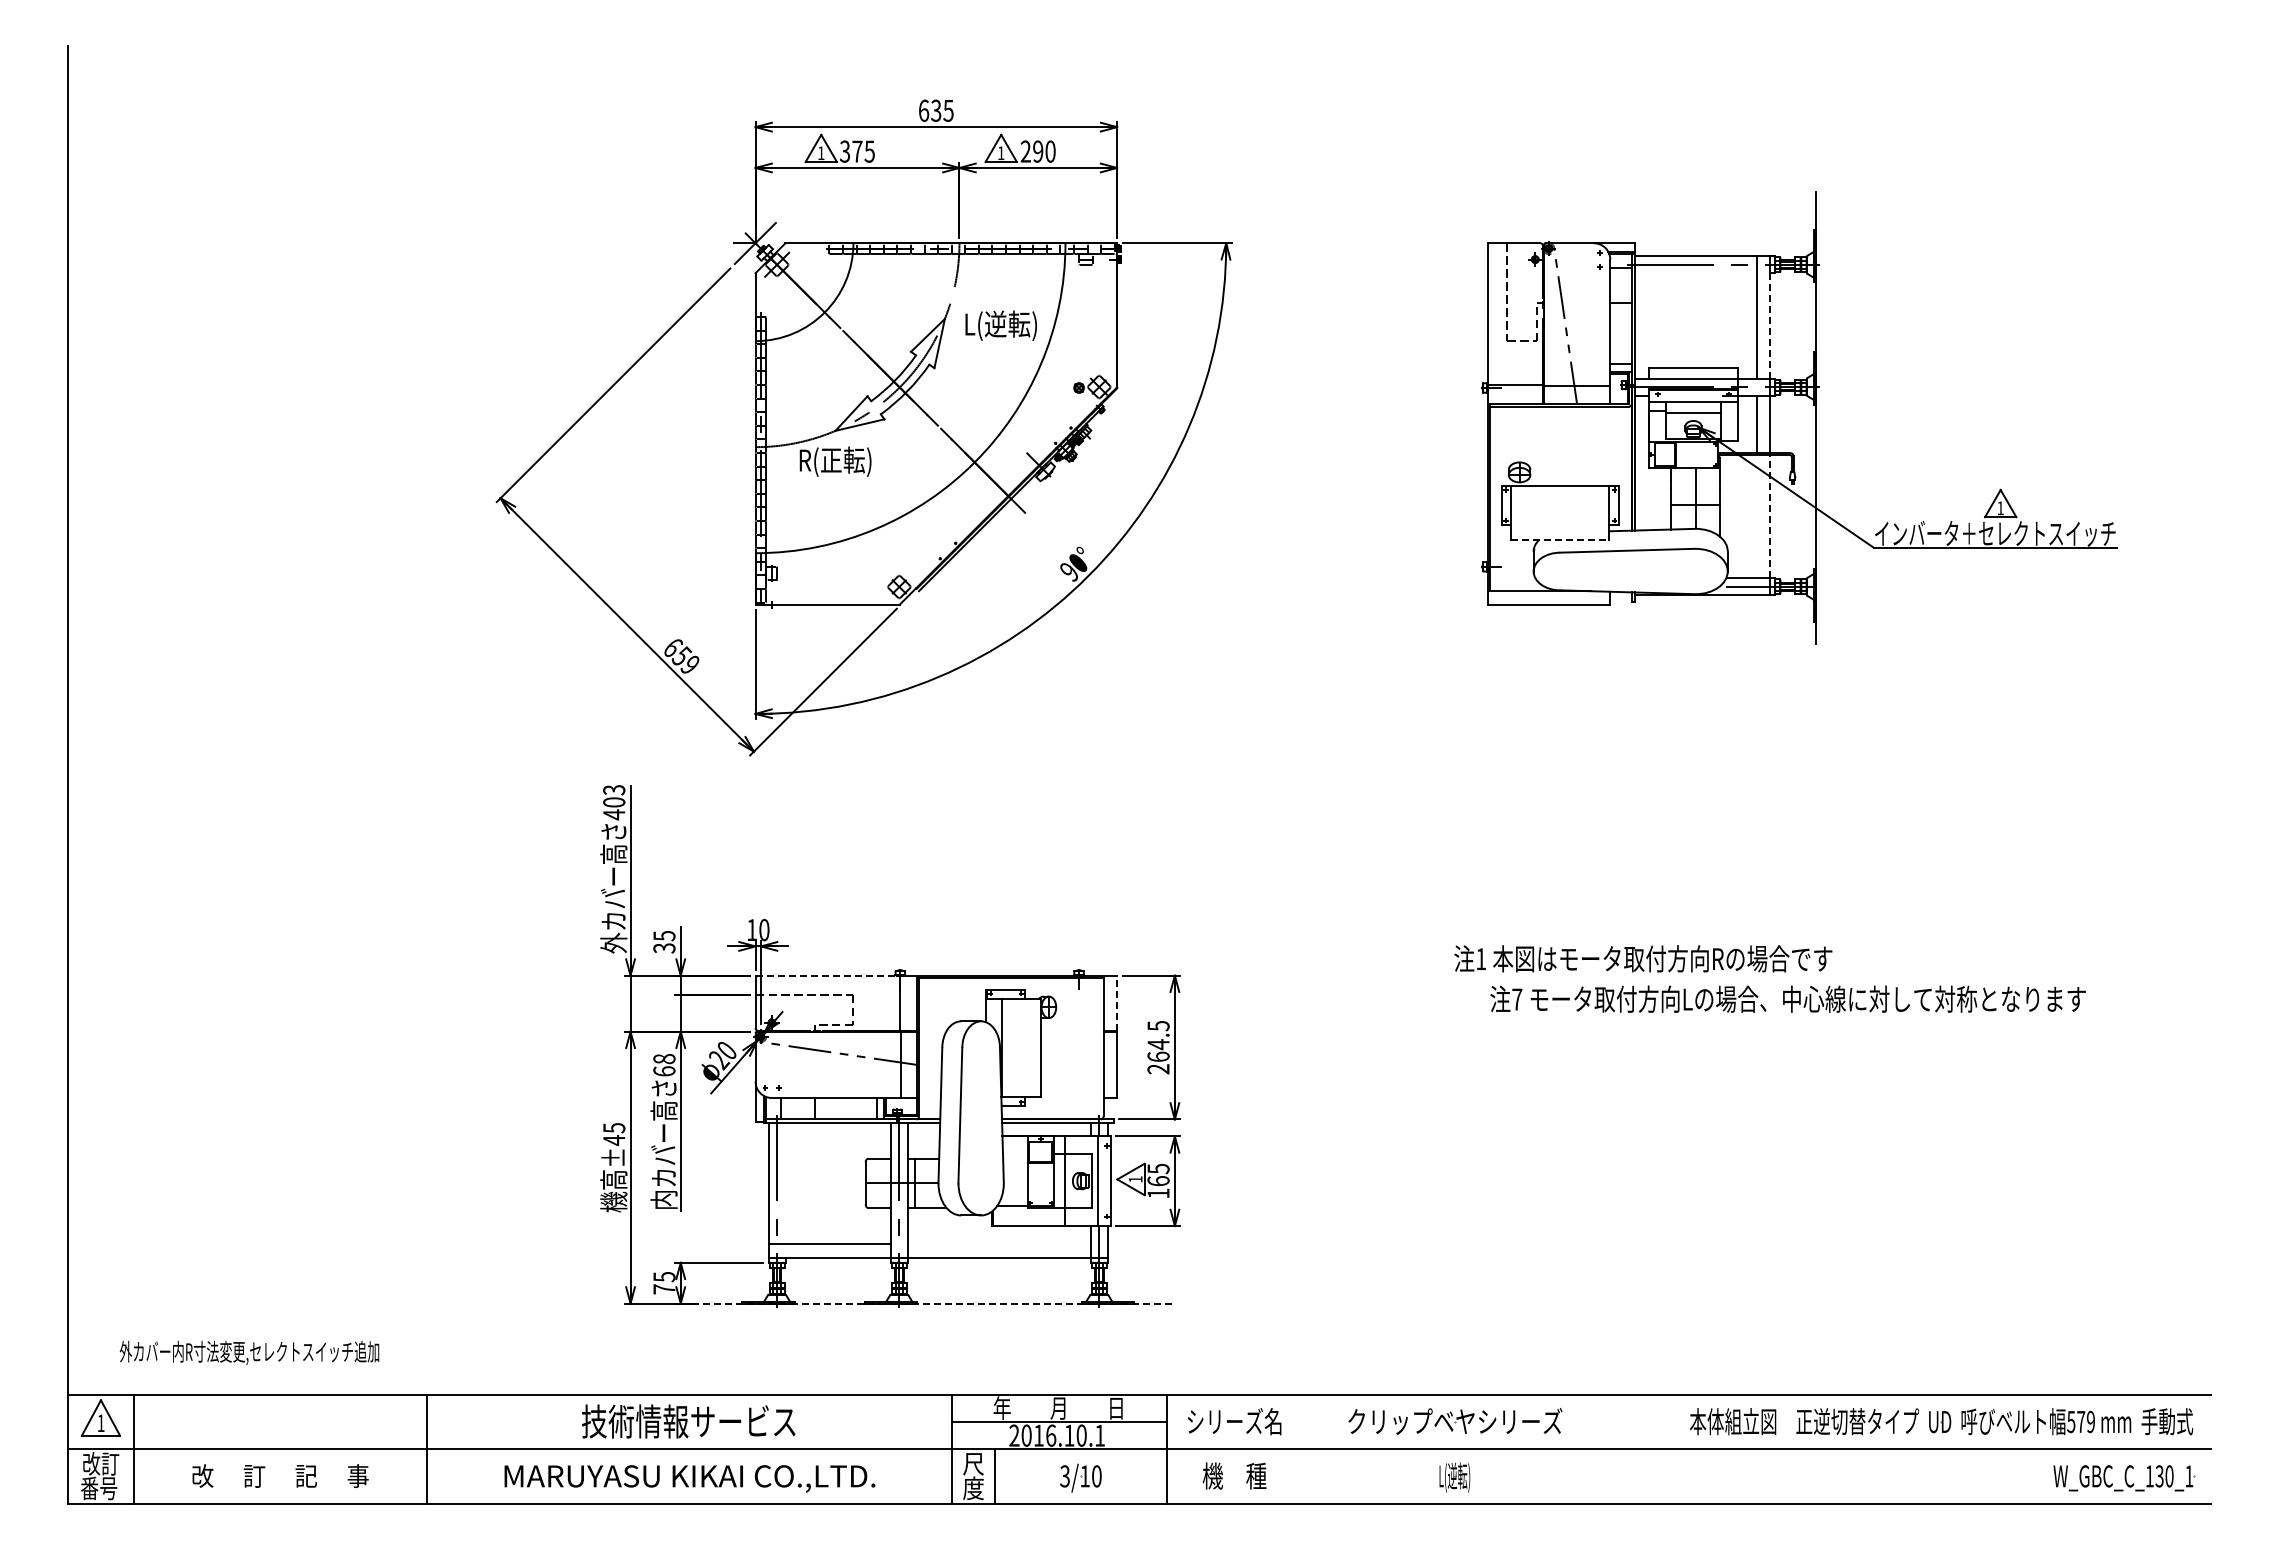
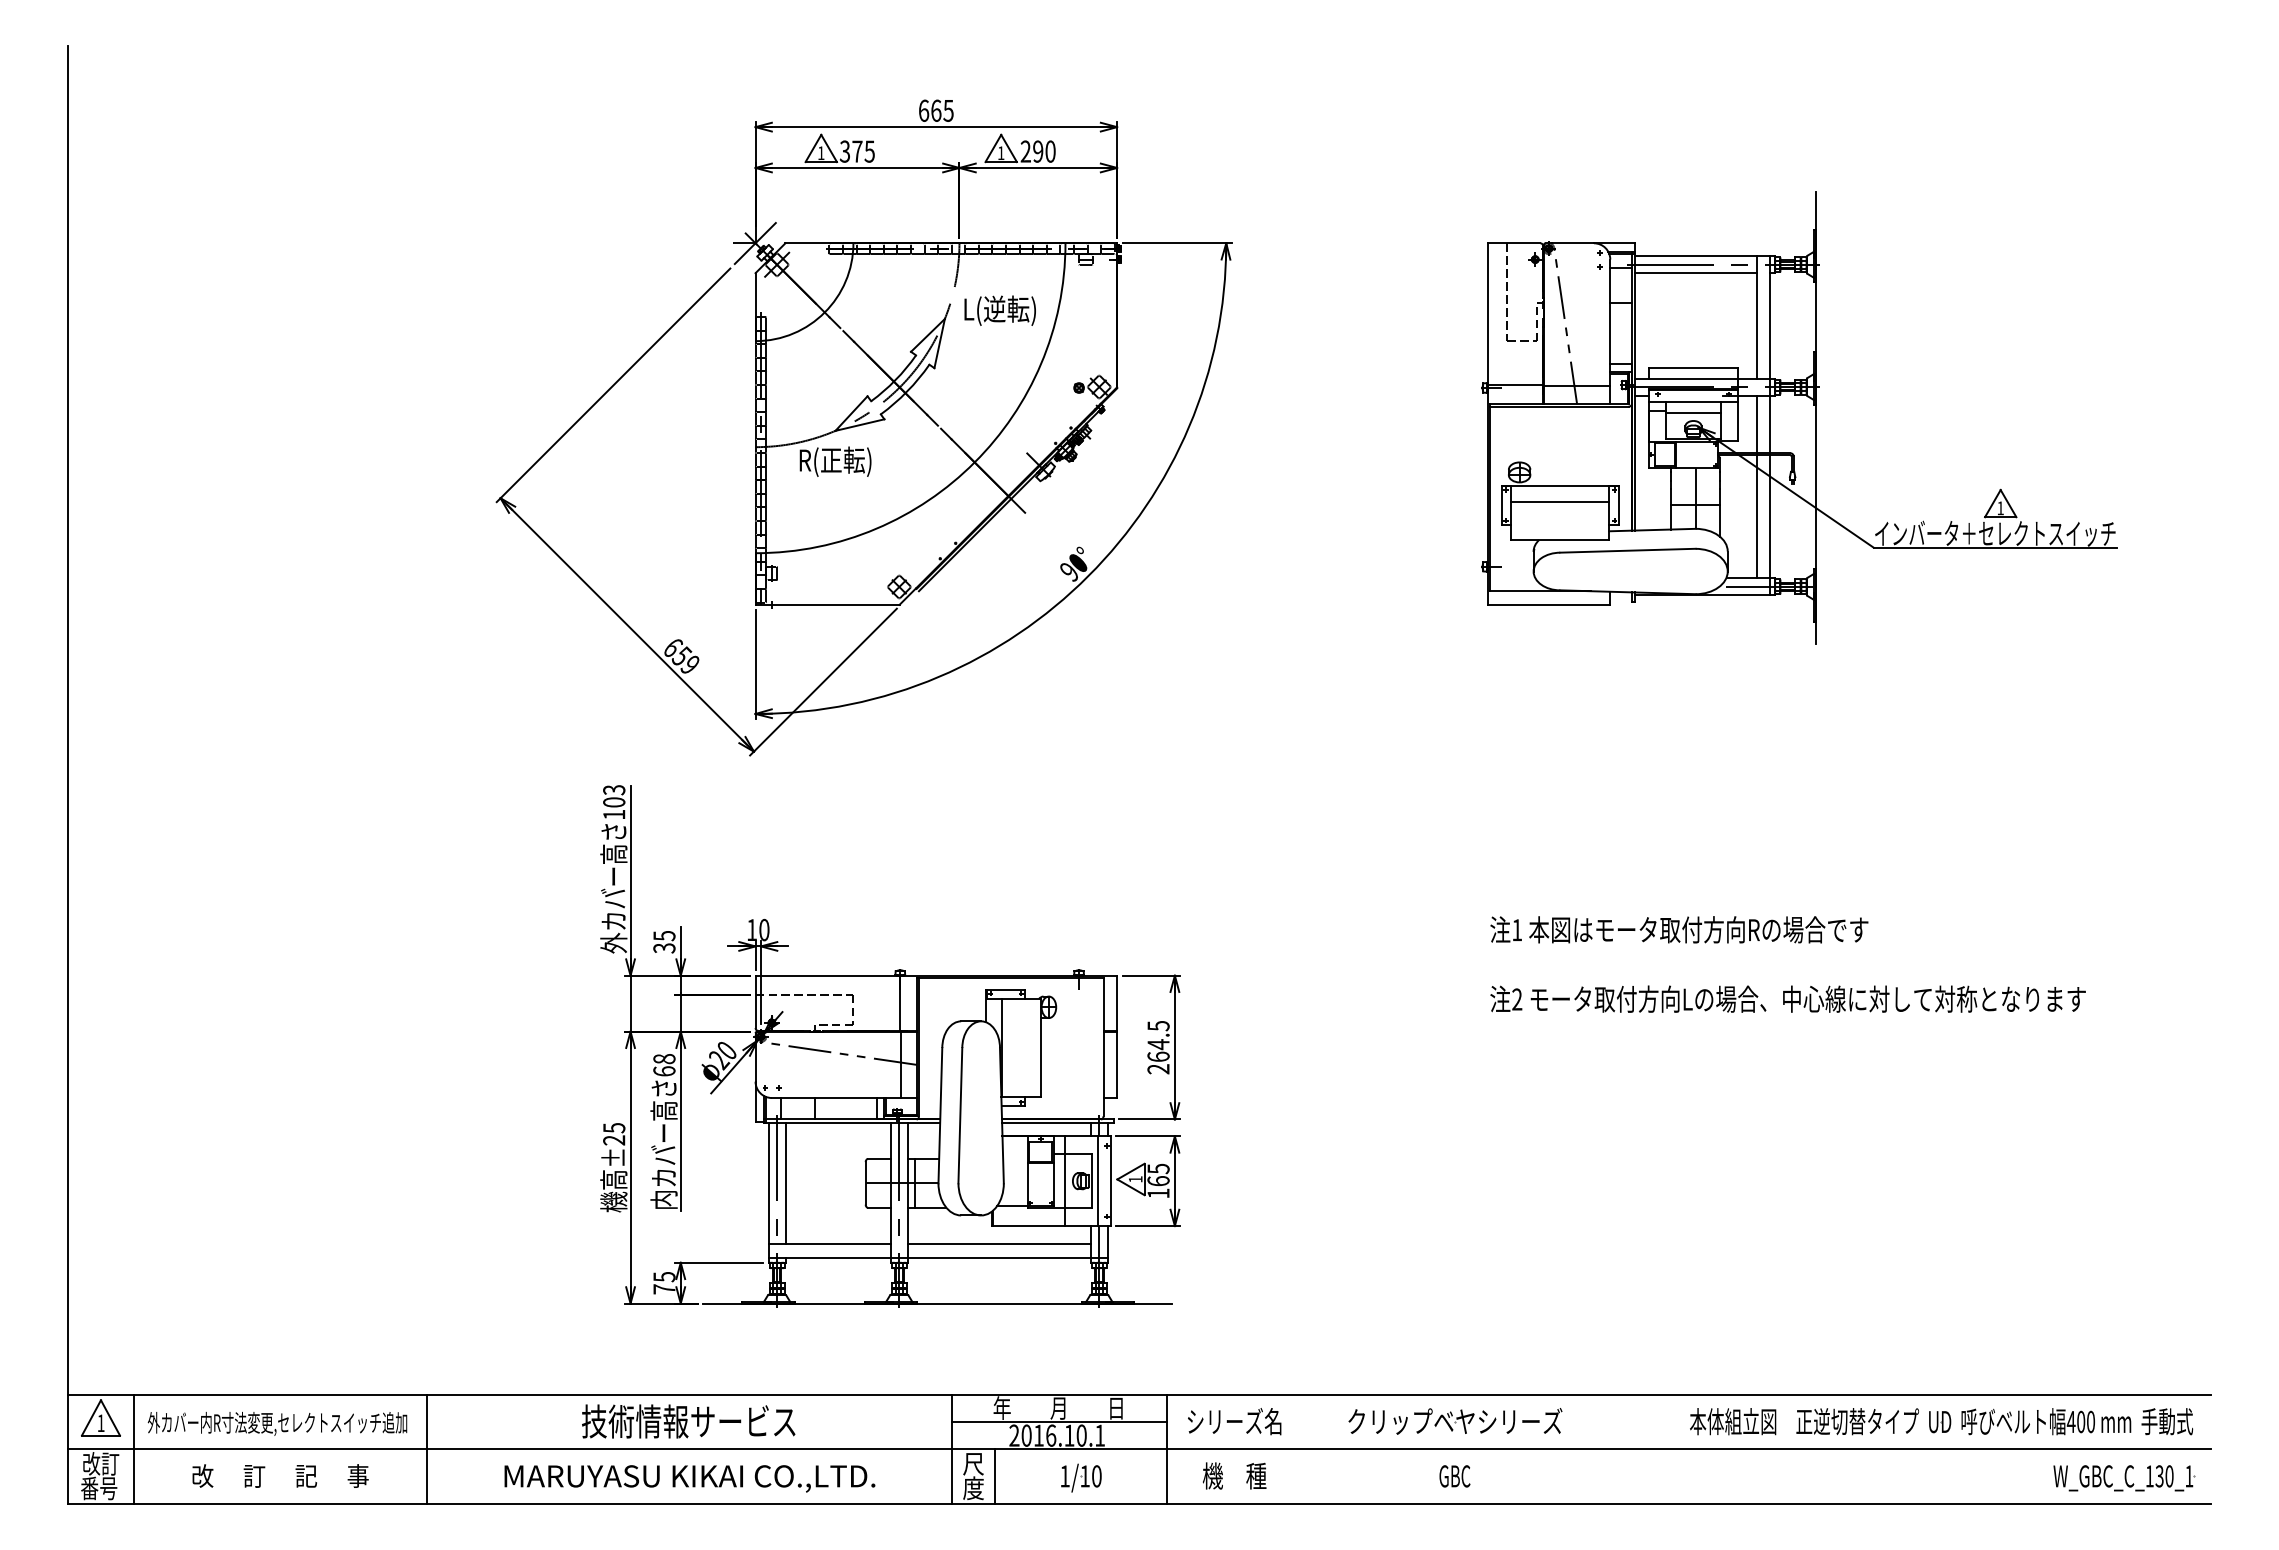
text at (936, 110): 635 -> 665
line at (1695, 273): none -> present
text at (1000, 325) position: (1000, 325) -> (999, 310)
line at (1770, 325): dashed -> solid
line at (1560, 501): none -> present
line at (1756, 516): none -> present
line at (1770, 516): dashed -> solid
line at (1560, 540): dashed -> solid
text at (614, 814): 403 -> 103
text at (1643, 958) position: (1643, 958) -> (1679, 929)
line at (828, 975): dashed -> solid
text at (1517, 999): 7 -> 2
line at (1117, 1003): dashed -> solid
text at (614, 1140): ±45 -> ±25
line at (785, 1183): none -> present
line at (998, 1244): none -> present
line at (938, 1303): dashed -> solid
text at (249, 1352) position: (249, 1352) -> (277, 1423)
text at (2080, 1421): 579 -> 400
text at (1064, 1476): 3/10 -> 1/10
text at (1454, 1477): L(逆転) -> GBC
